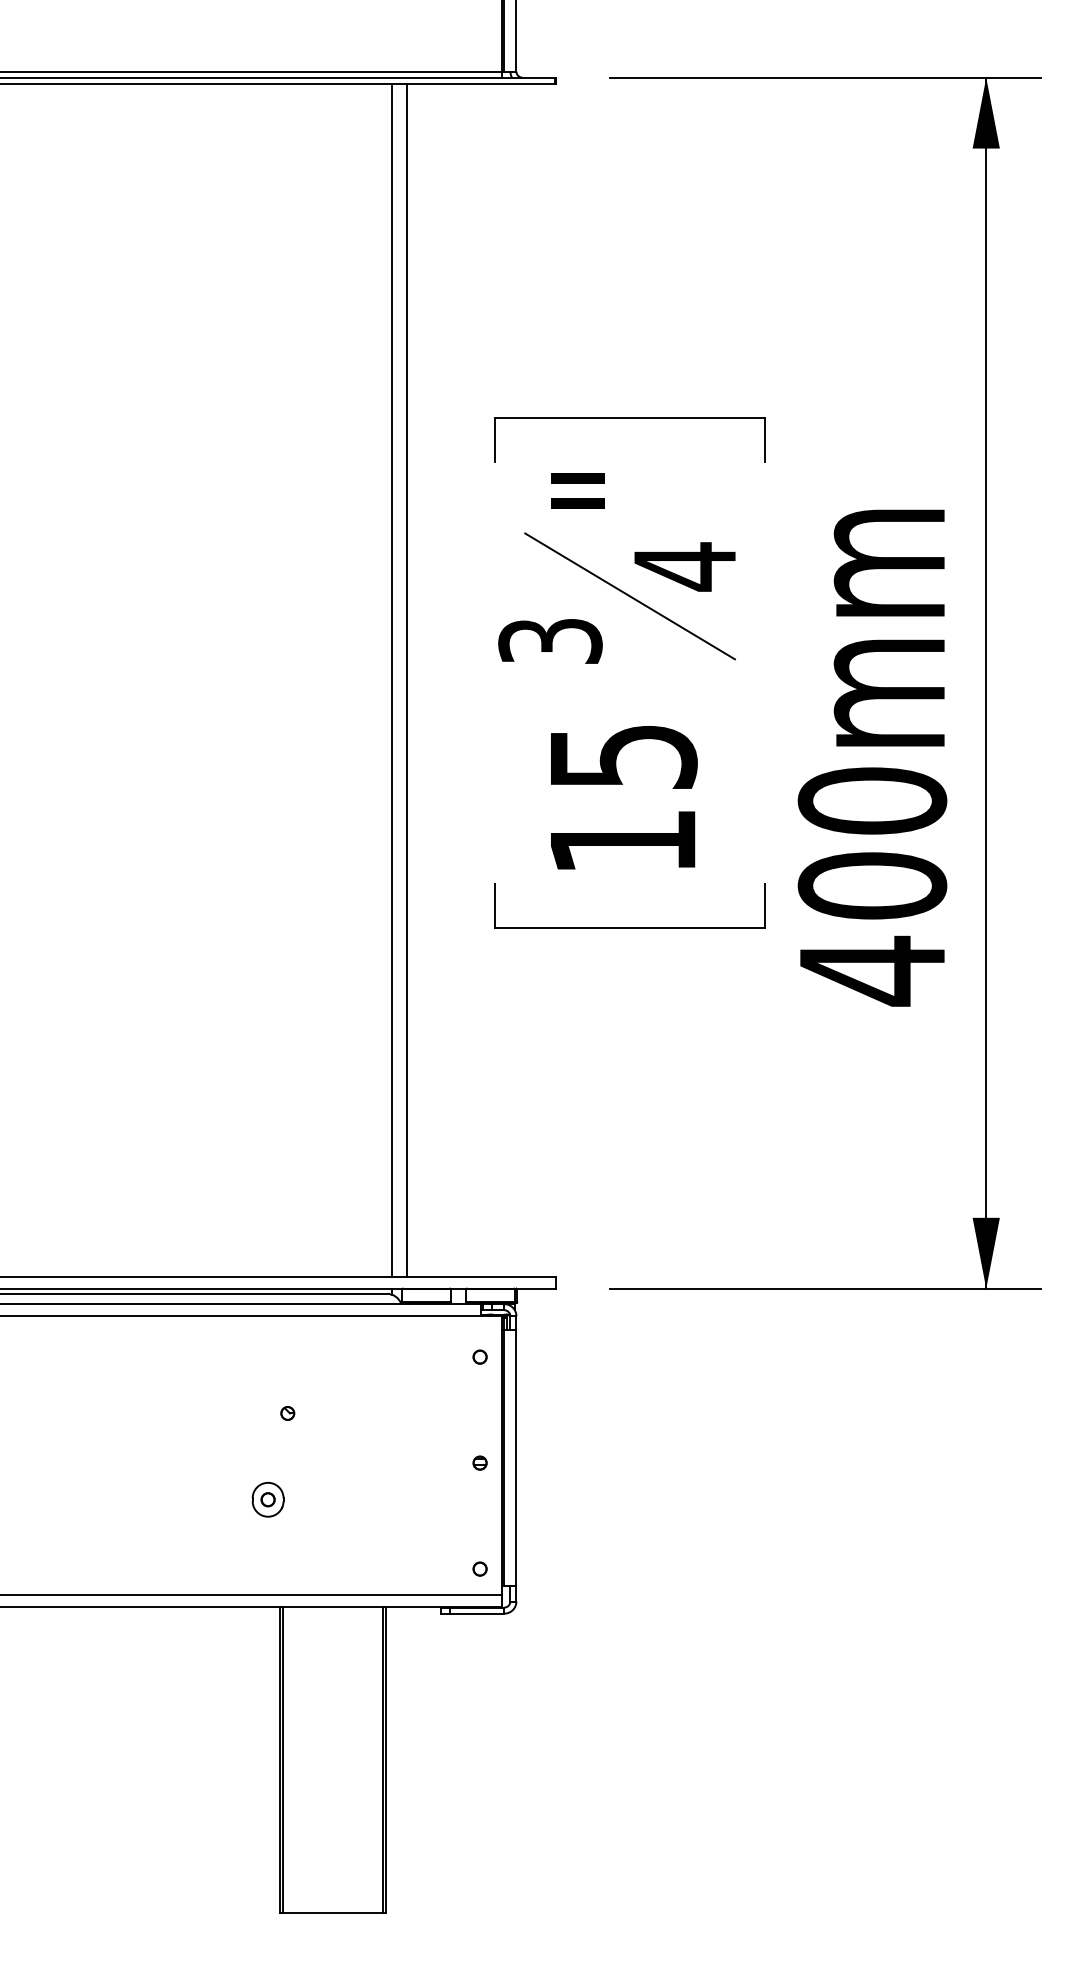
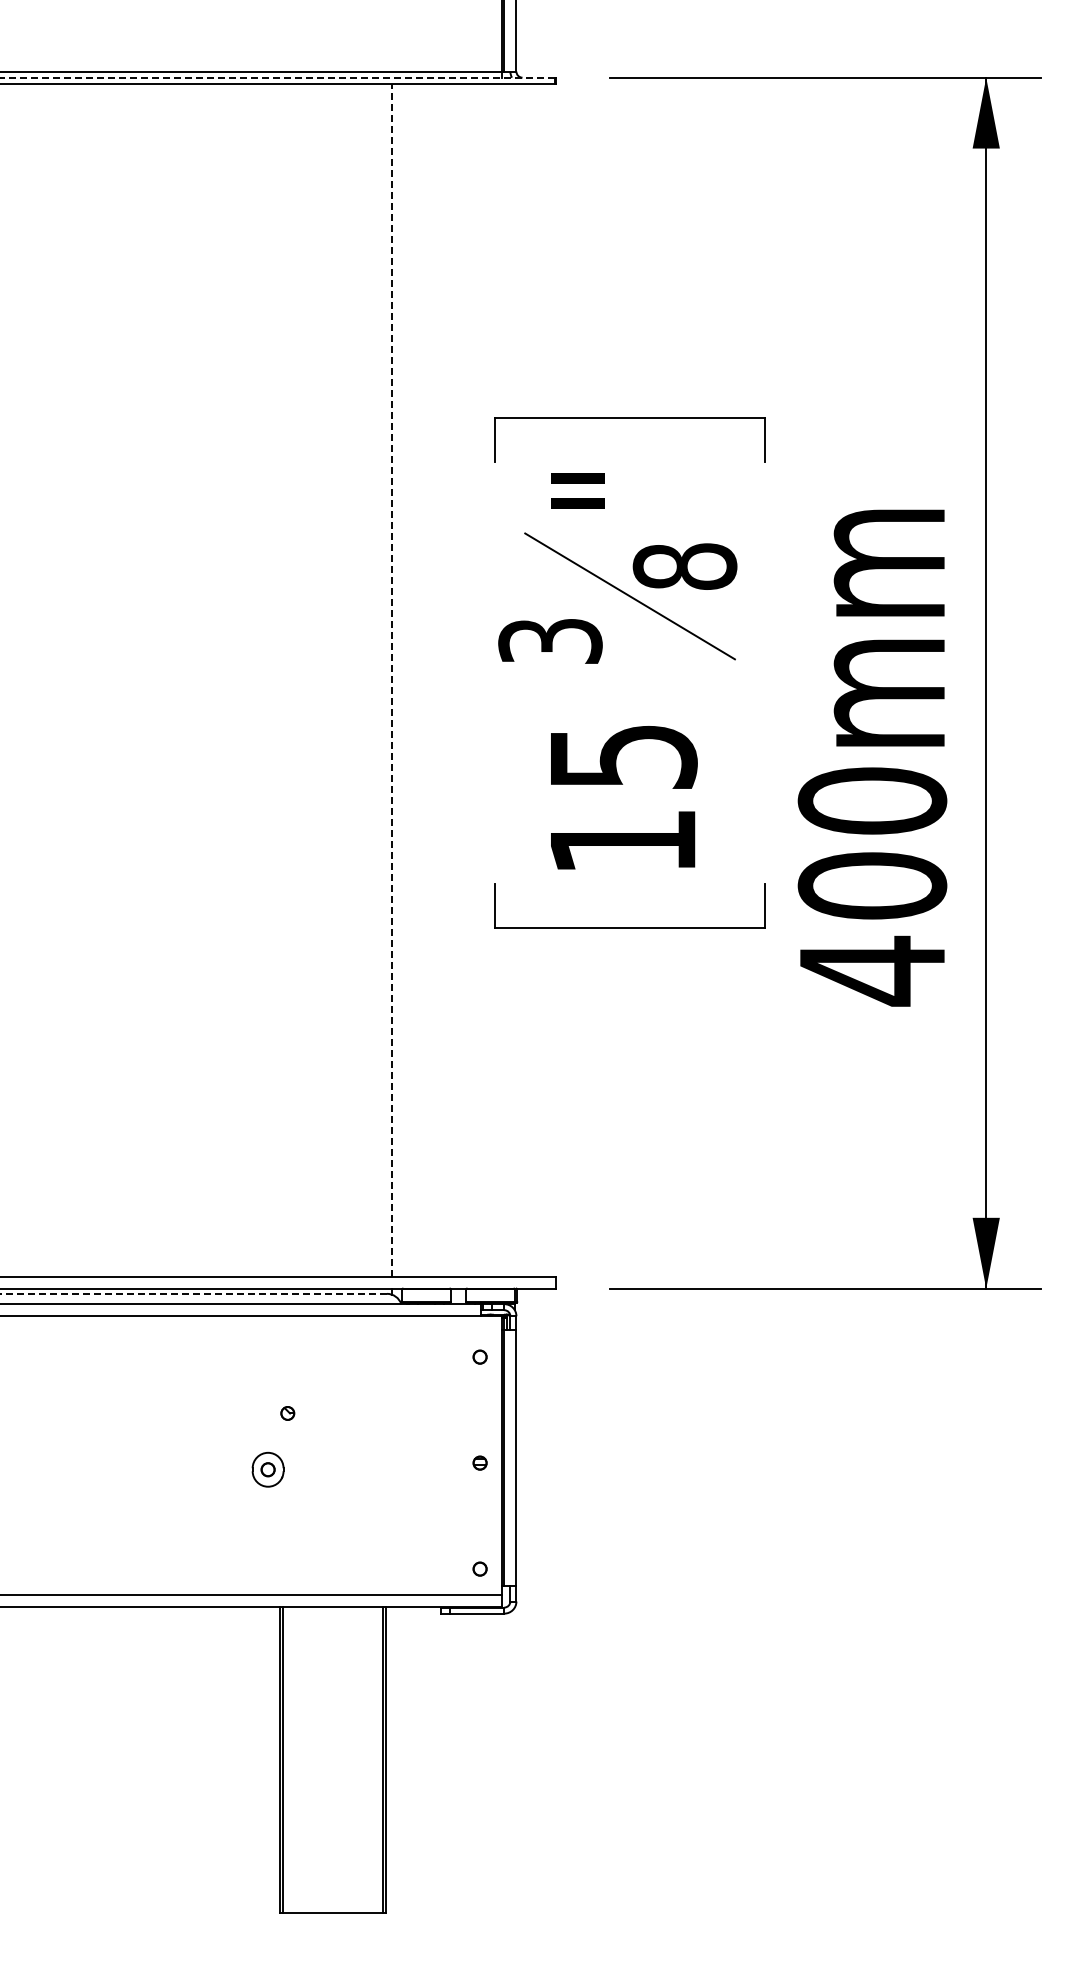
line at (277, 77): solid -> dashed
text at (684, 566): 4 -> 8
line at (392, 679): solid -> dashed
line at (407, 679): present -> none
line at (194, 1293): solid -> dashed
part at (267, 1499) position: (267, 1499) -> (267, 1469)
